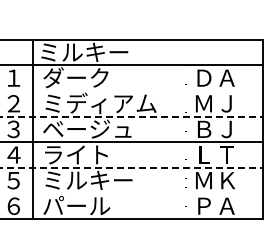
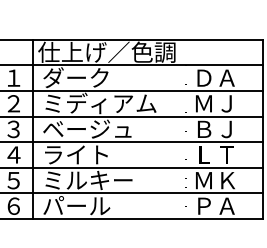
text at (106, 51): ミルキー -> 仕上げ／色調
line at (132, 91): none -> present
line at (131, 116): dashed -> solid
line at (131, 167): dashed -> solid
line at (132, 193): none -> present
